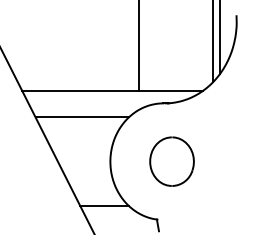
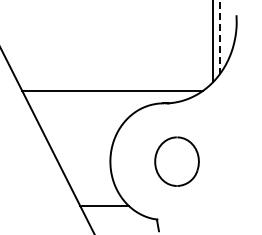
line at (220, 37): solid -> dashed
line at (138, 46): present -> none
line at (81, 117): present -> none
part at (171, 161) position: (171, 161) -> (176, 161)
